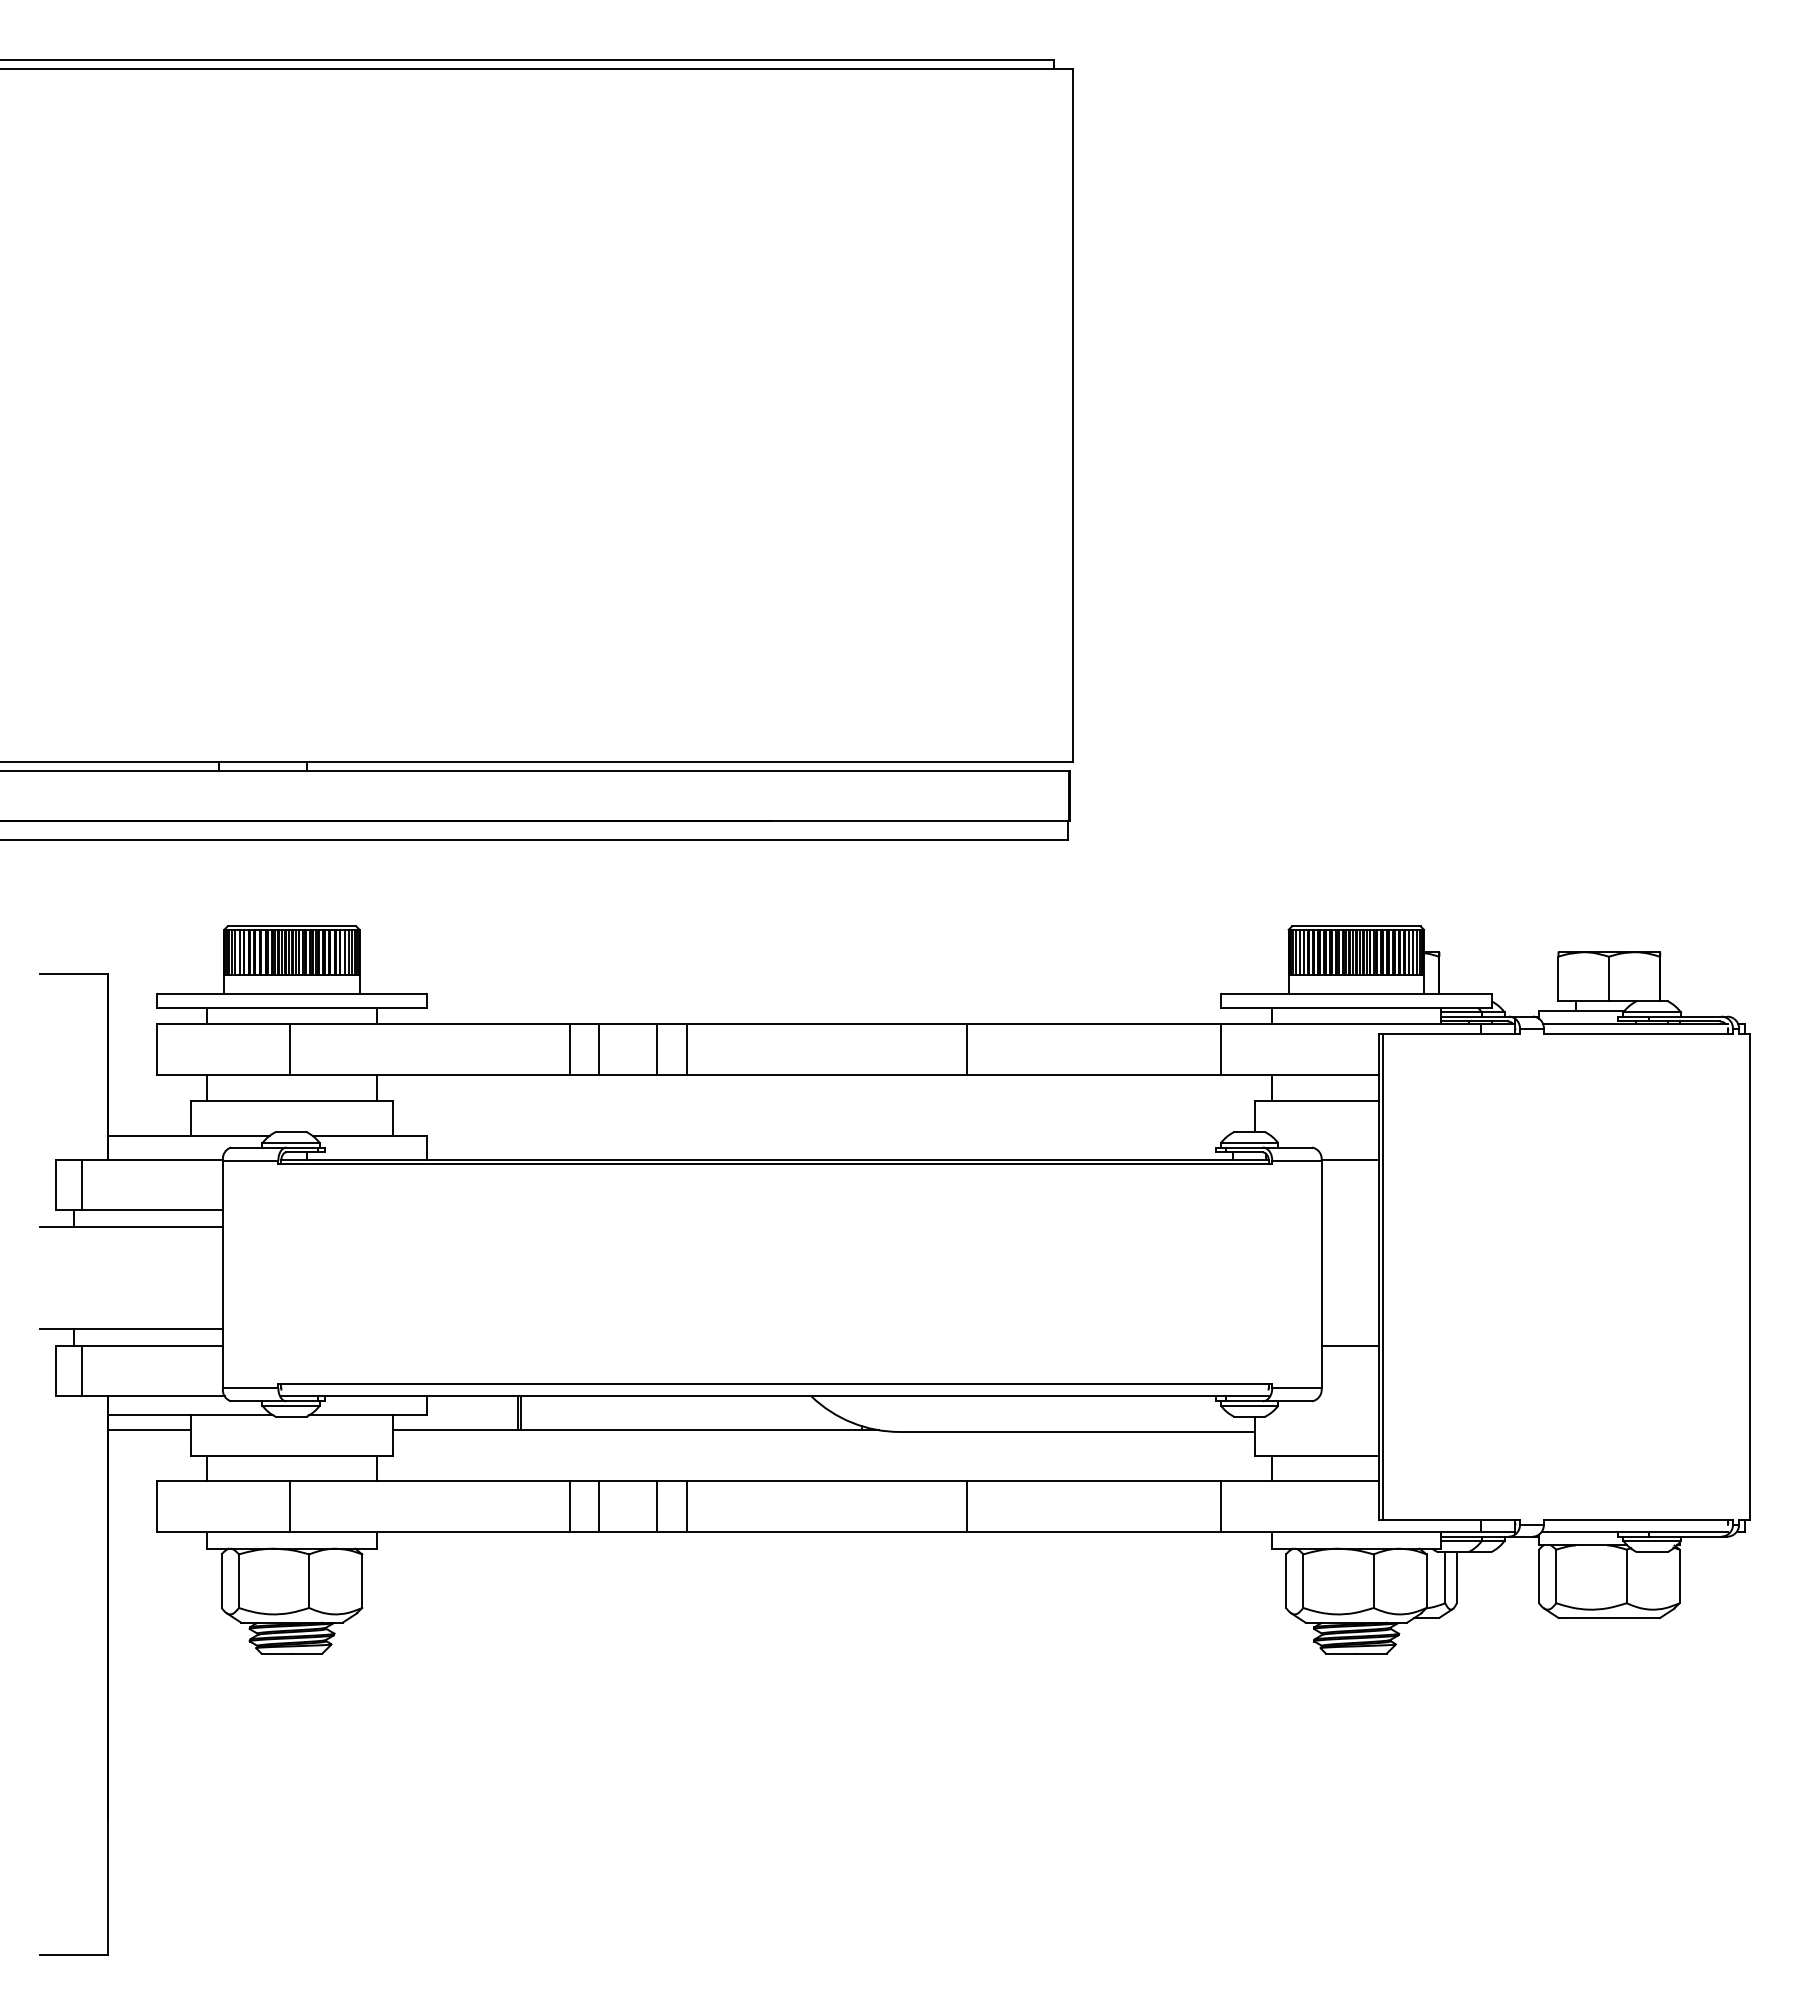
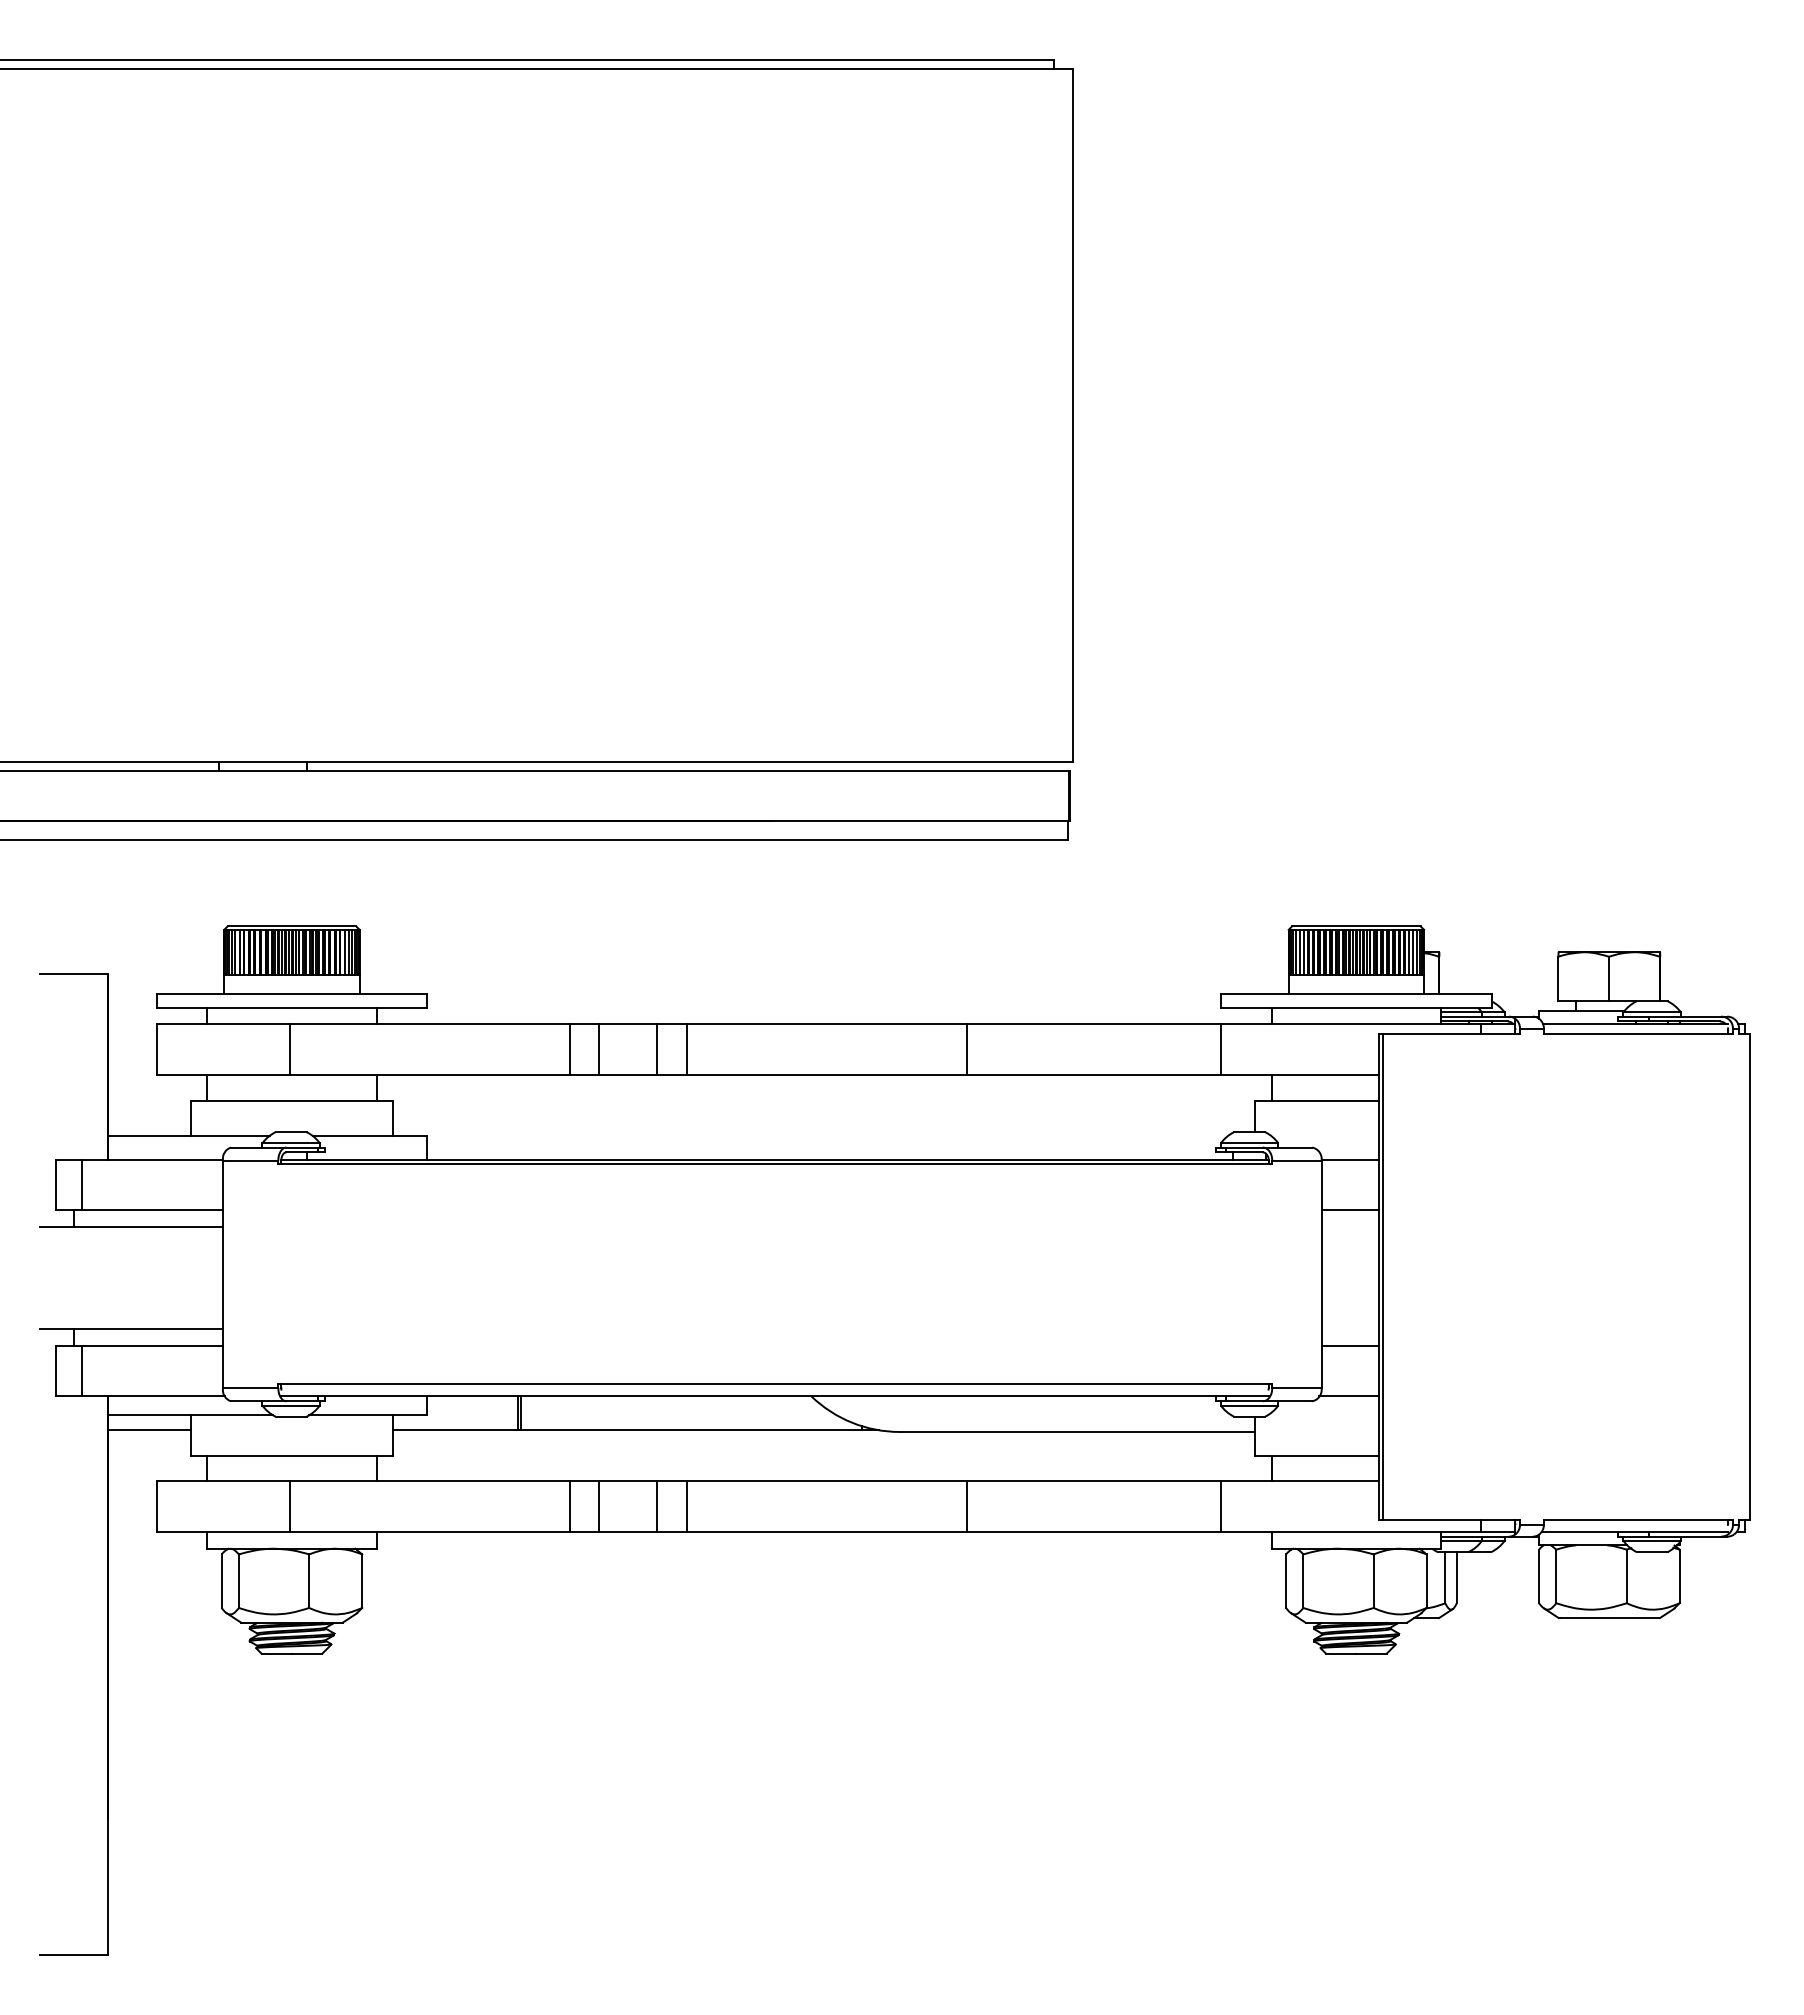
line at (1349, 1210): none -> present
line at (1348, 1396): none -> present
